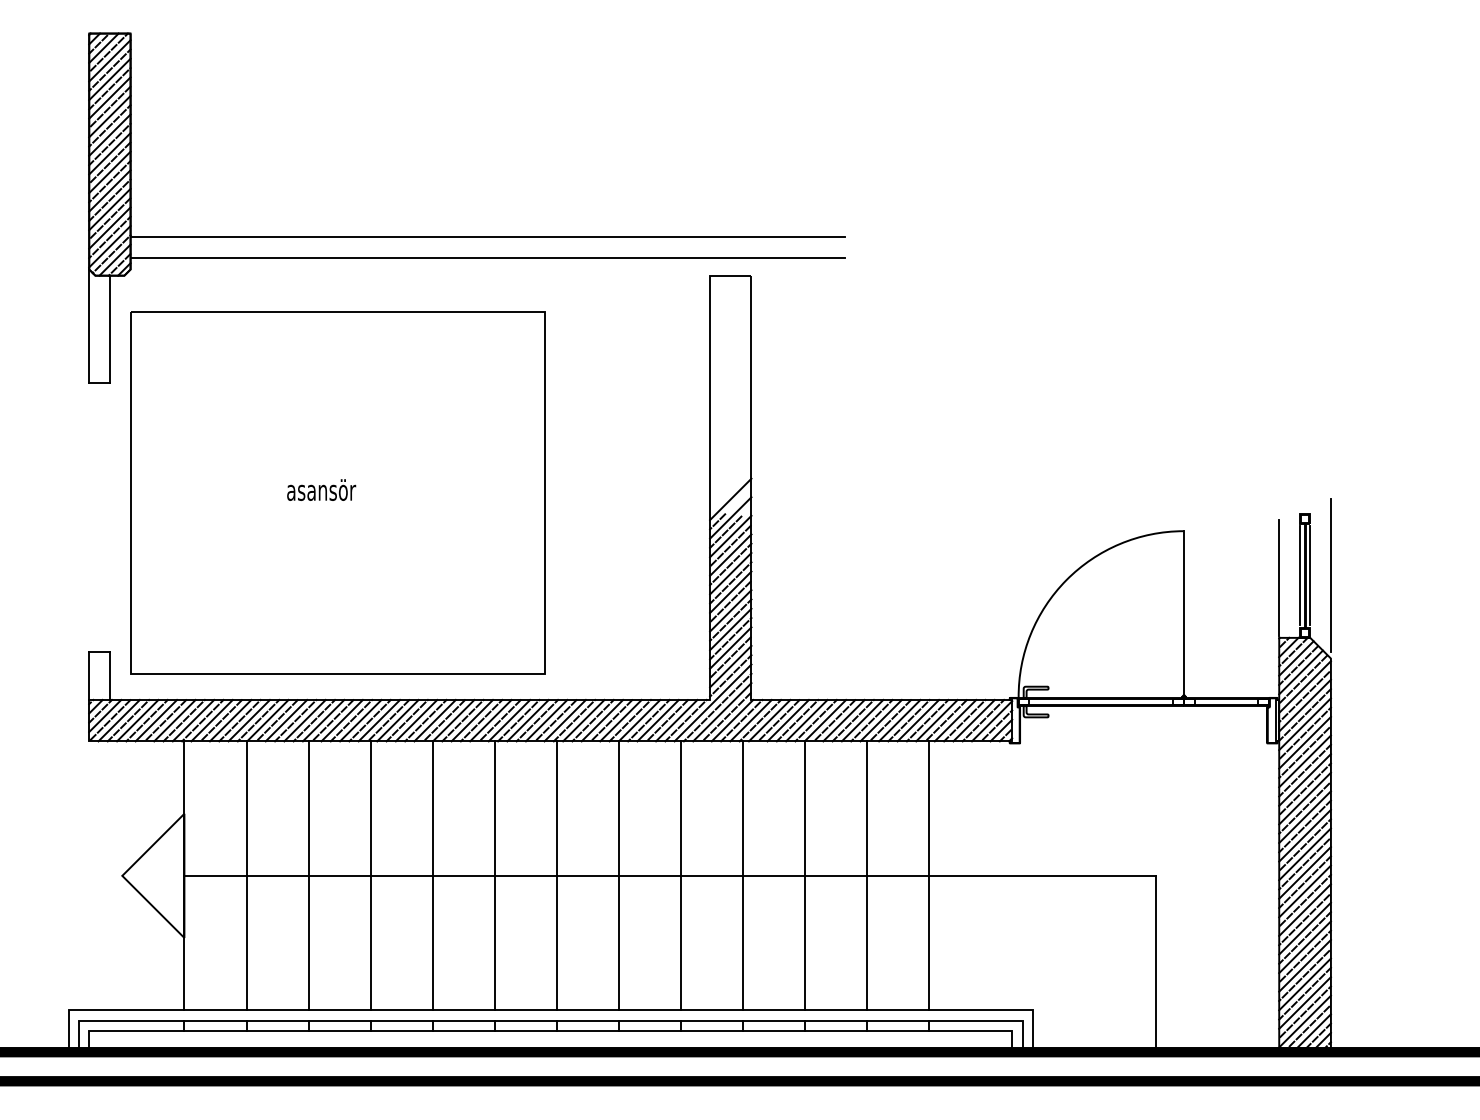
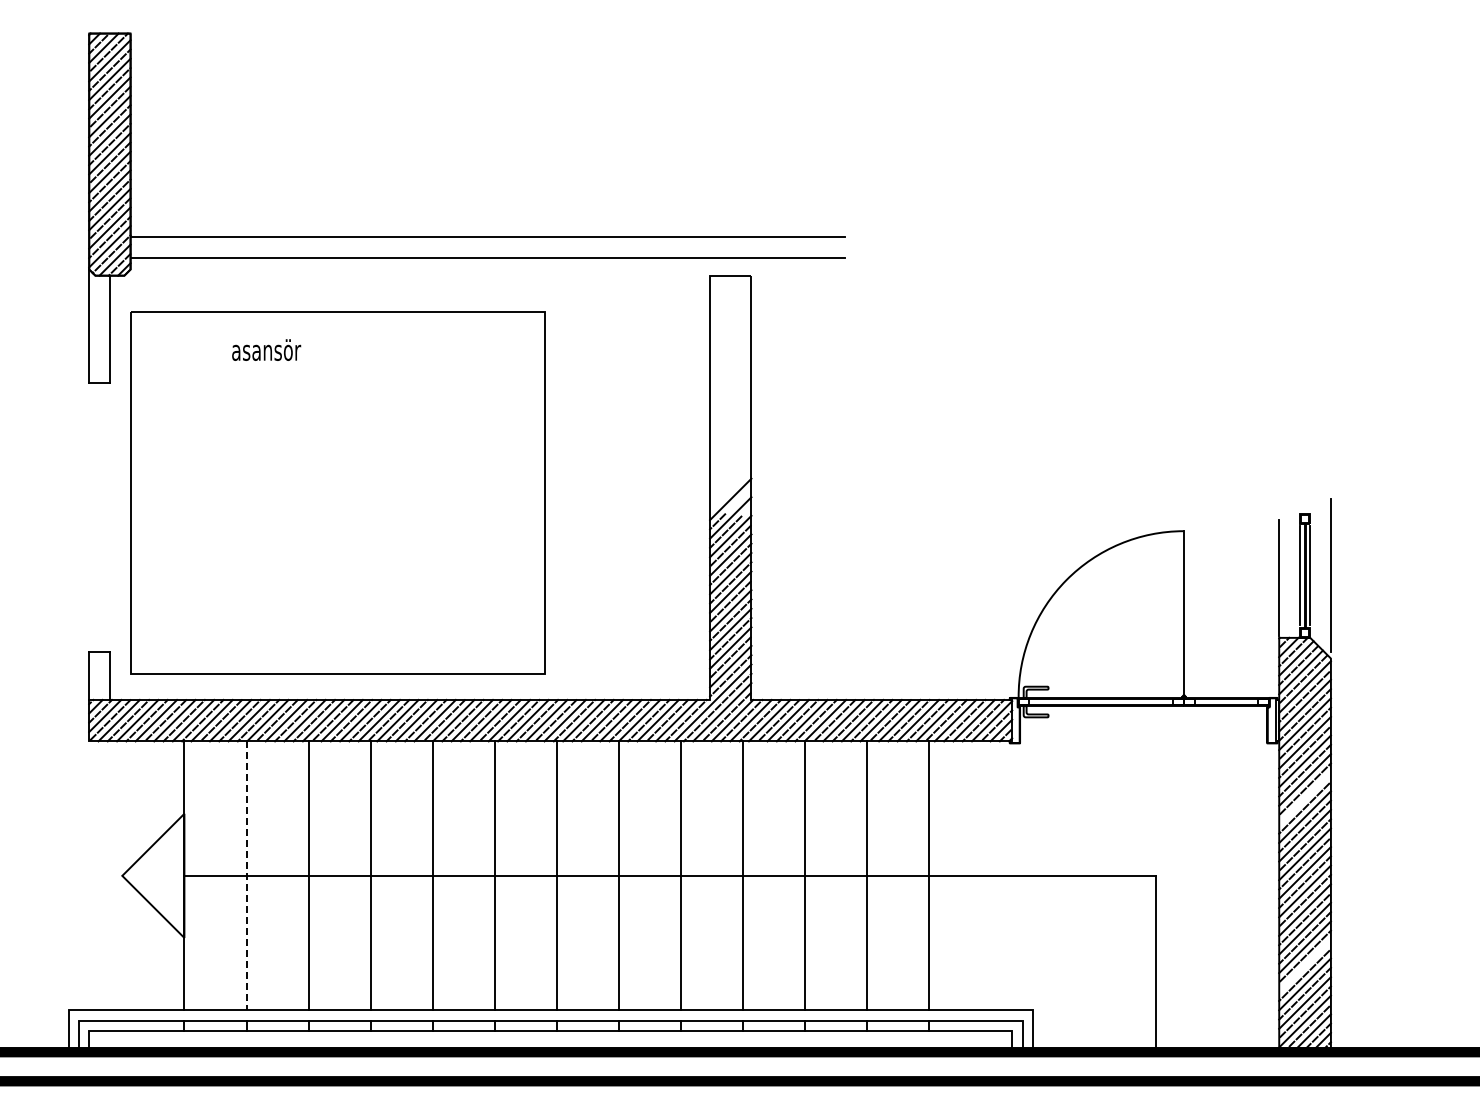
text at (321, 489) position: (321, 489) -> (266, 349)
line at (1304, 798): present -> none
line at (246, 875): solid -> dashed
line at (1304, 965): present -> none
